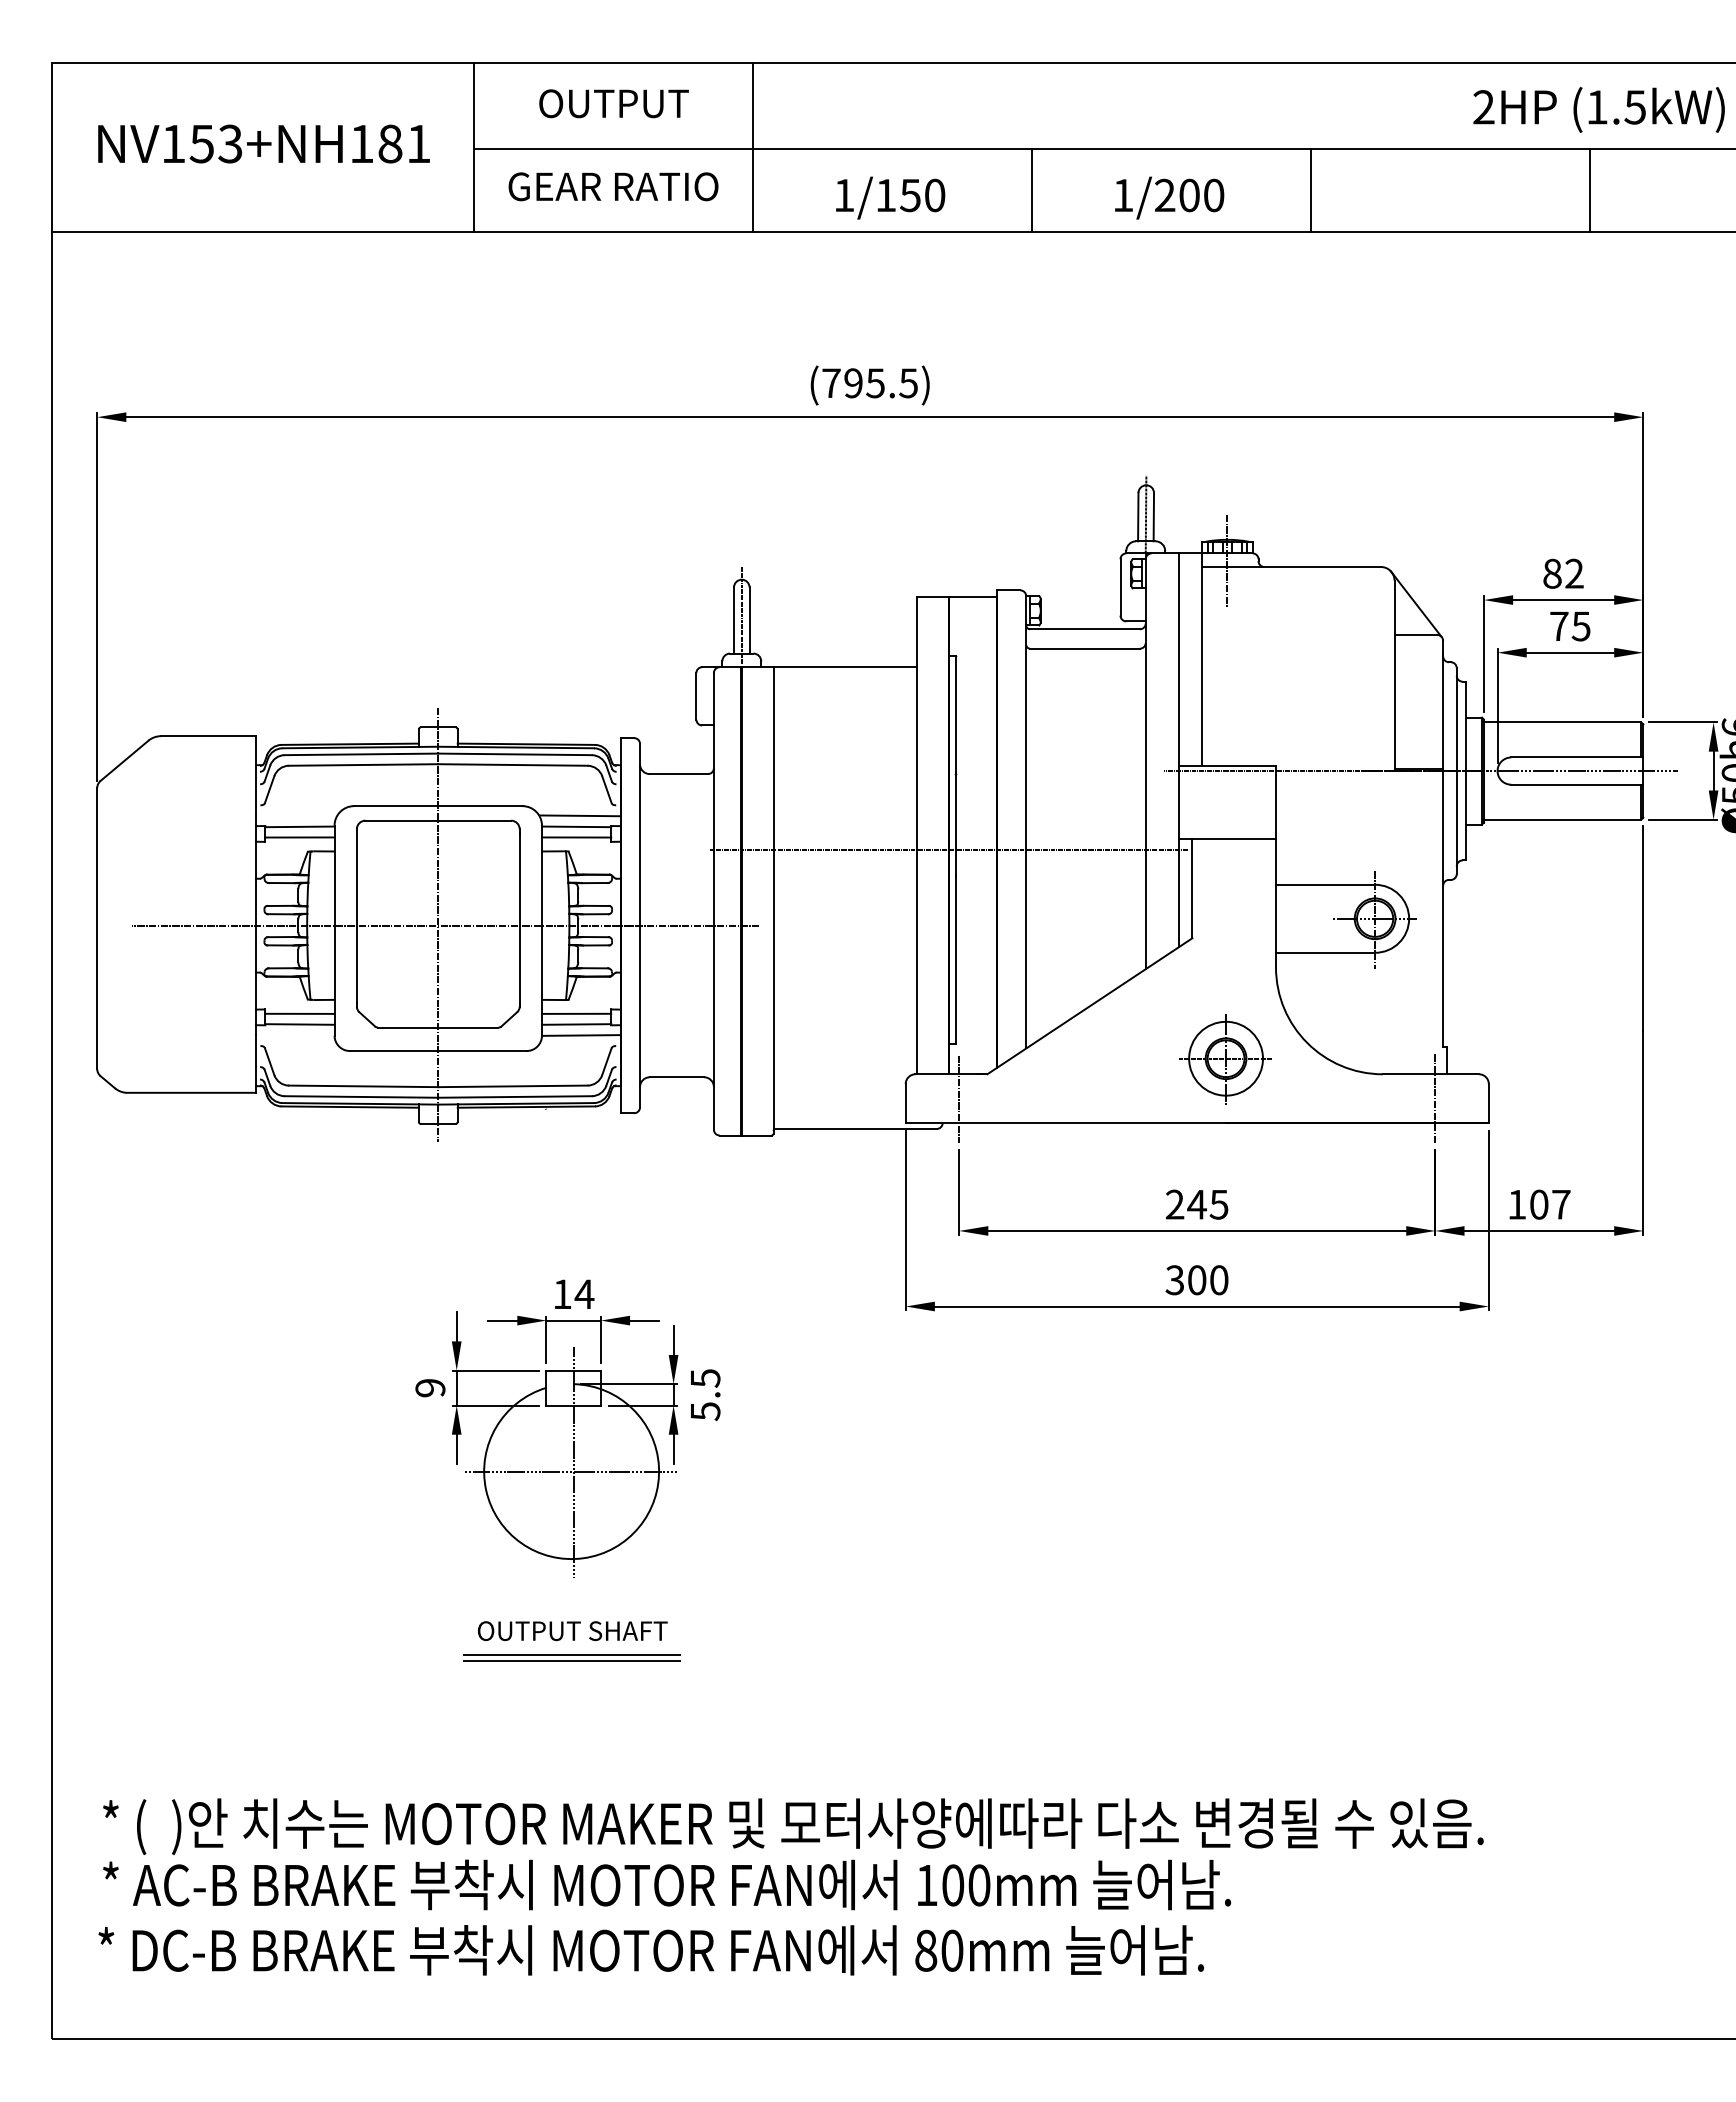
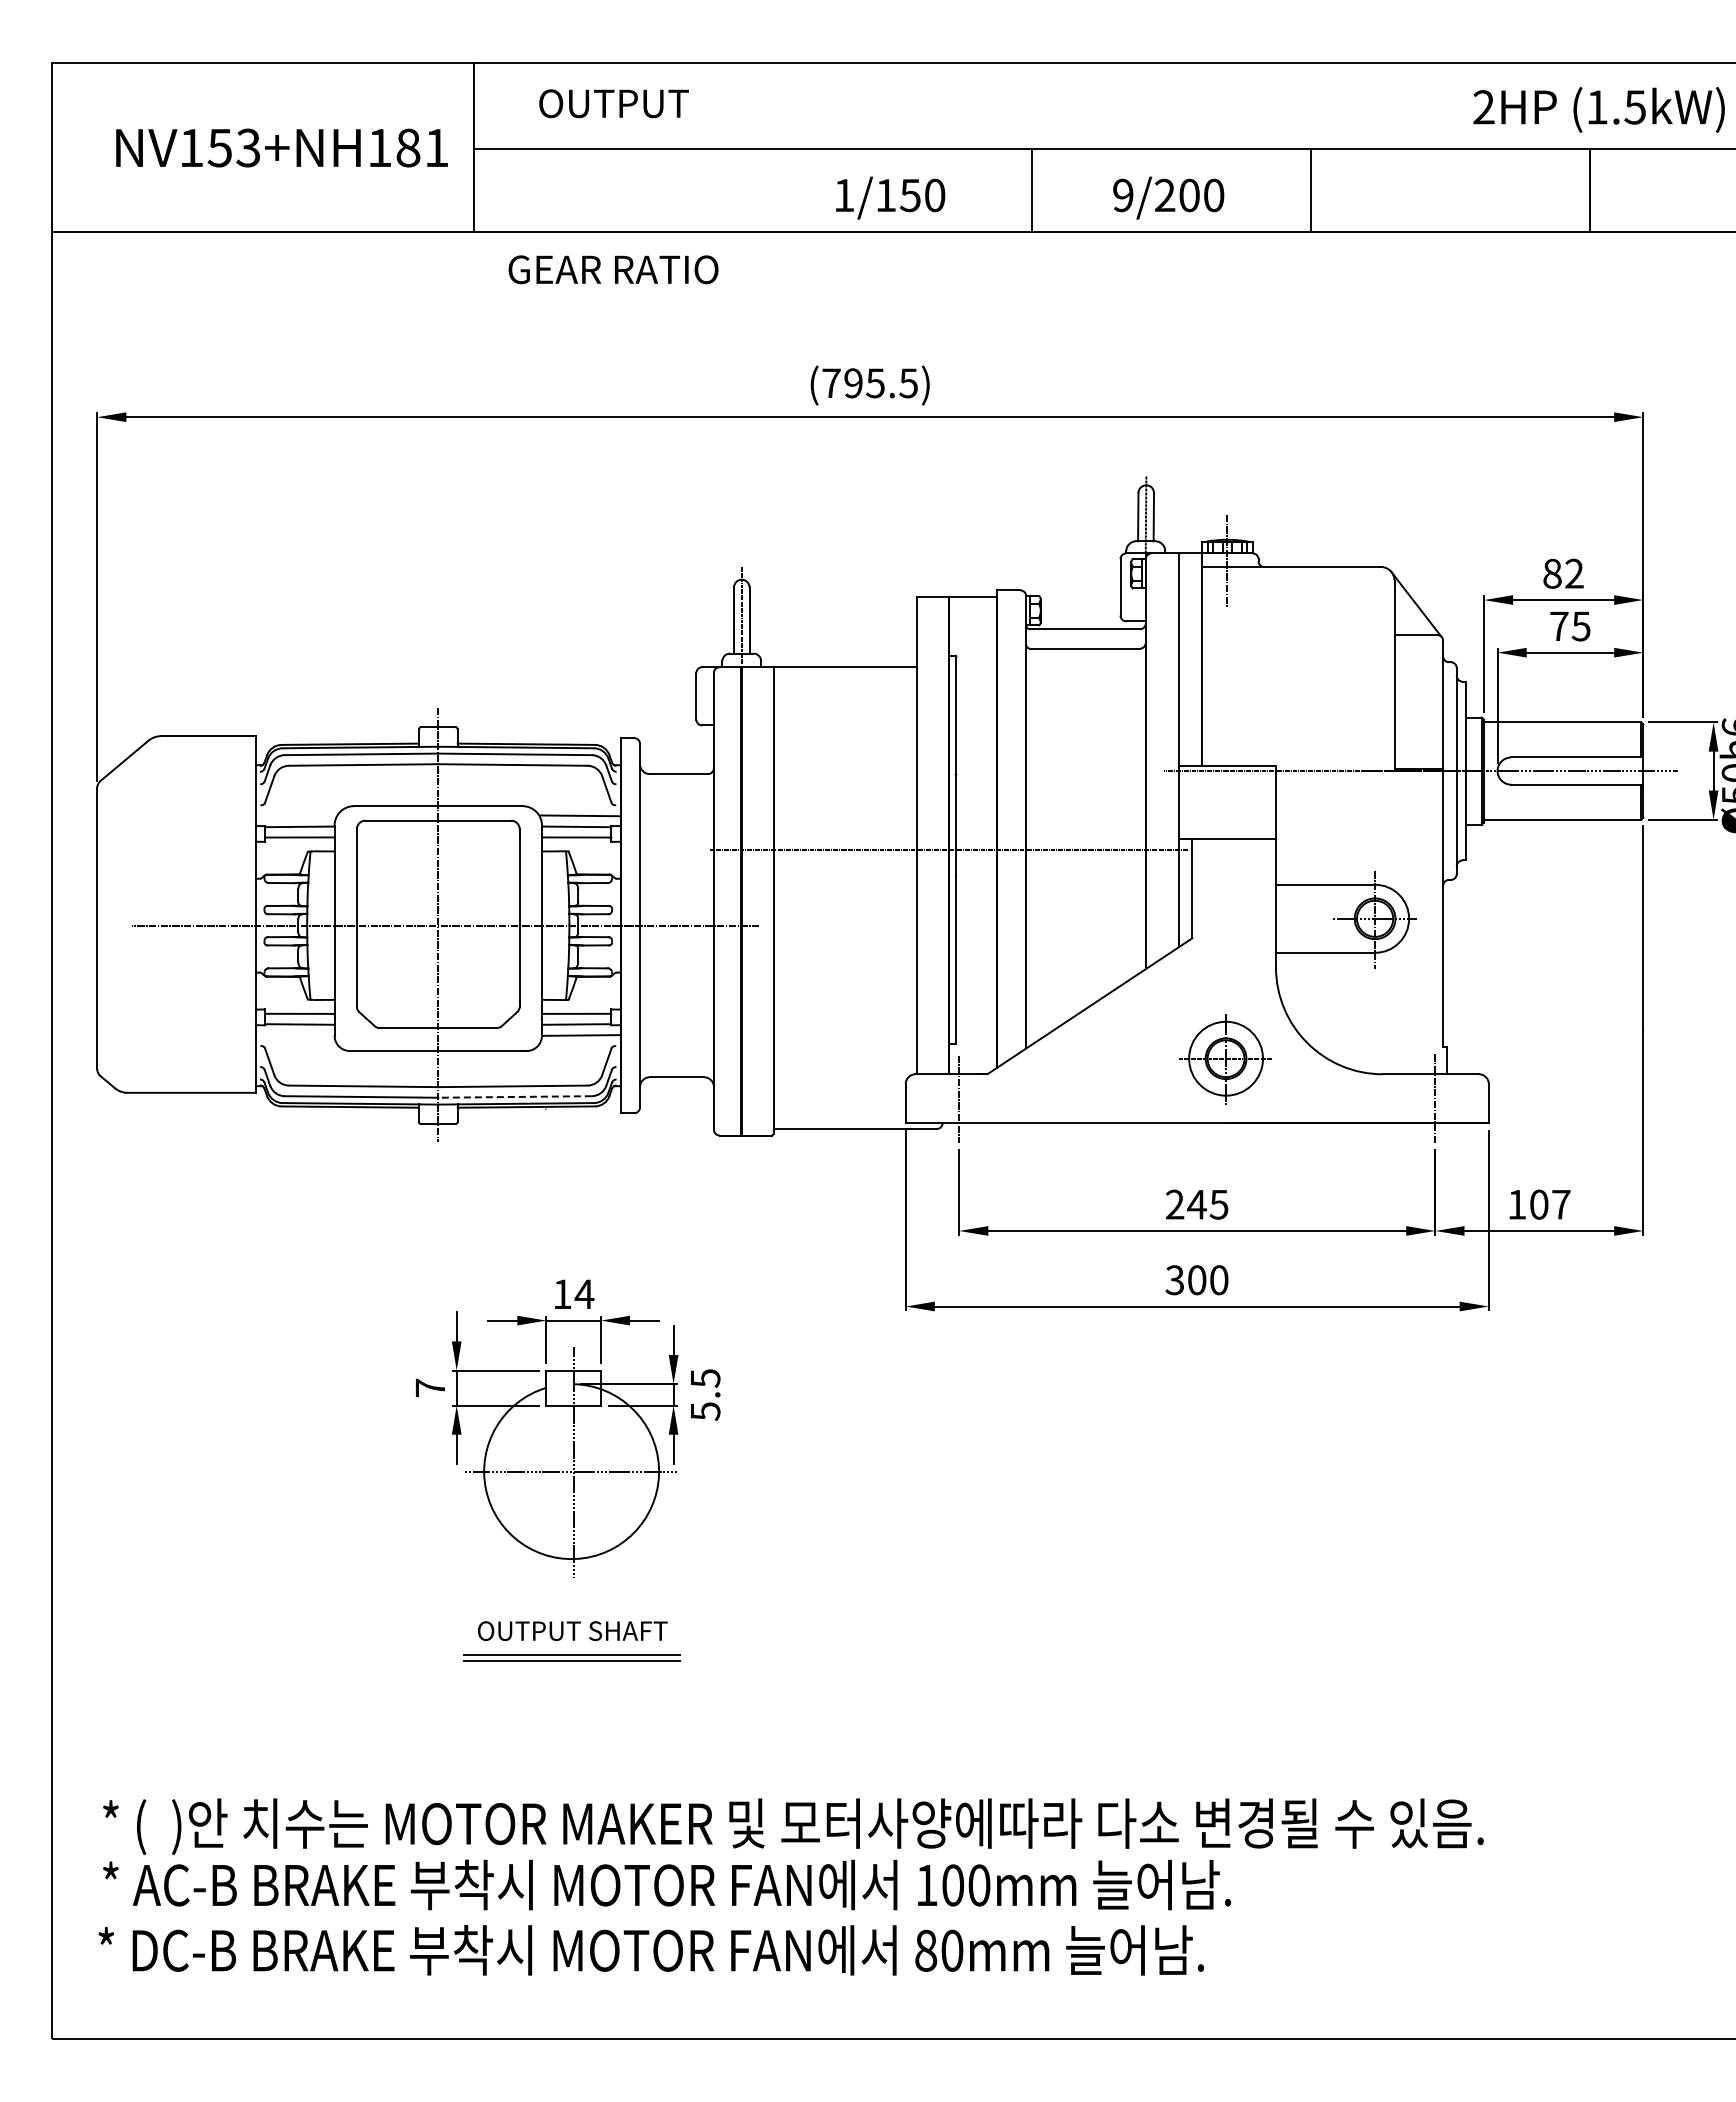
text at (263, 143) position: (263, 143) -> (281, 147)
line at (753, 147): present -> none
text at (613, 186) position: (613, 186) -> (613, 269)
text at (1123, 195): 1/200 -> 9/200
line at (515, 1096): solid -> dashed
text at (430, 1387): 9 -> 7
